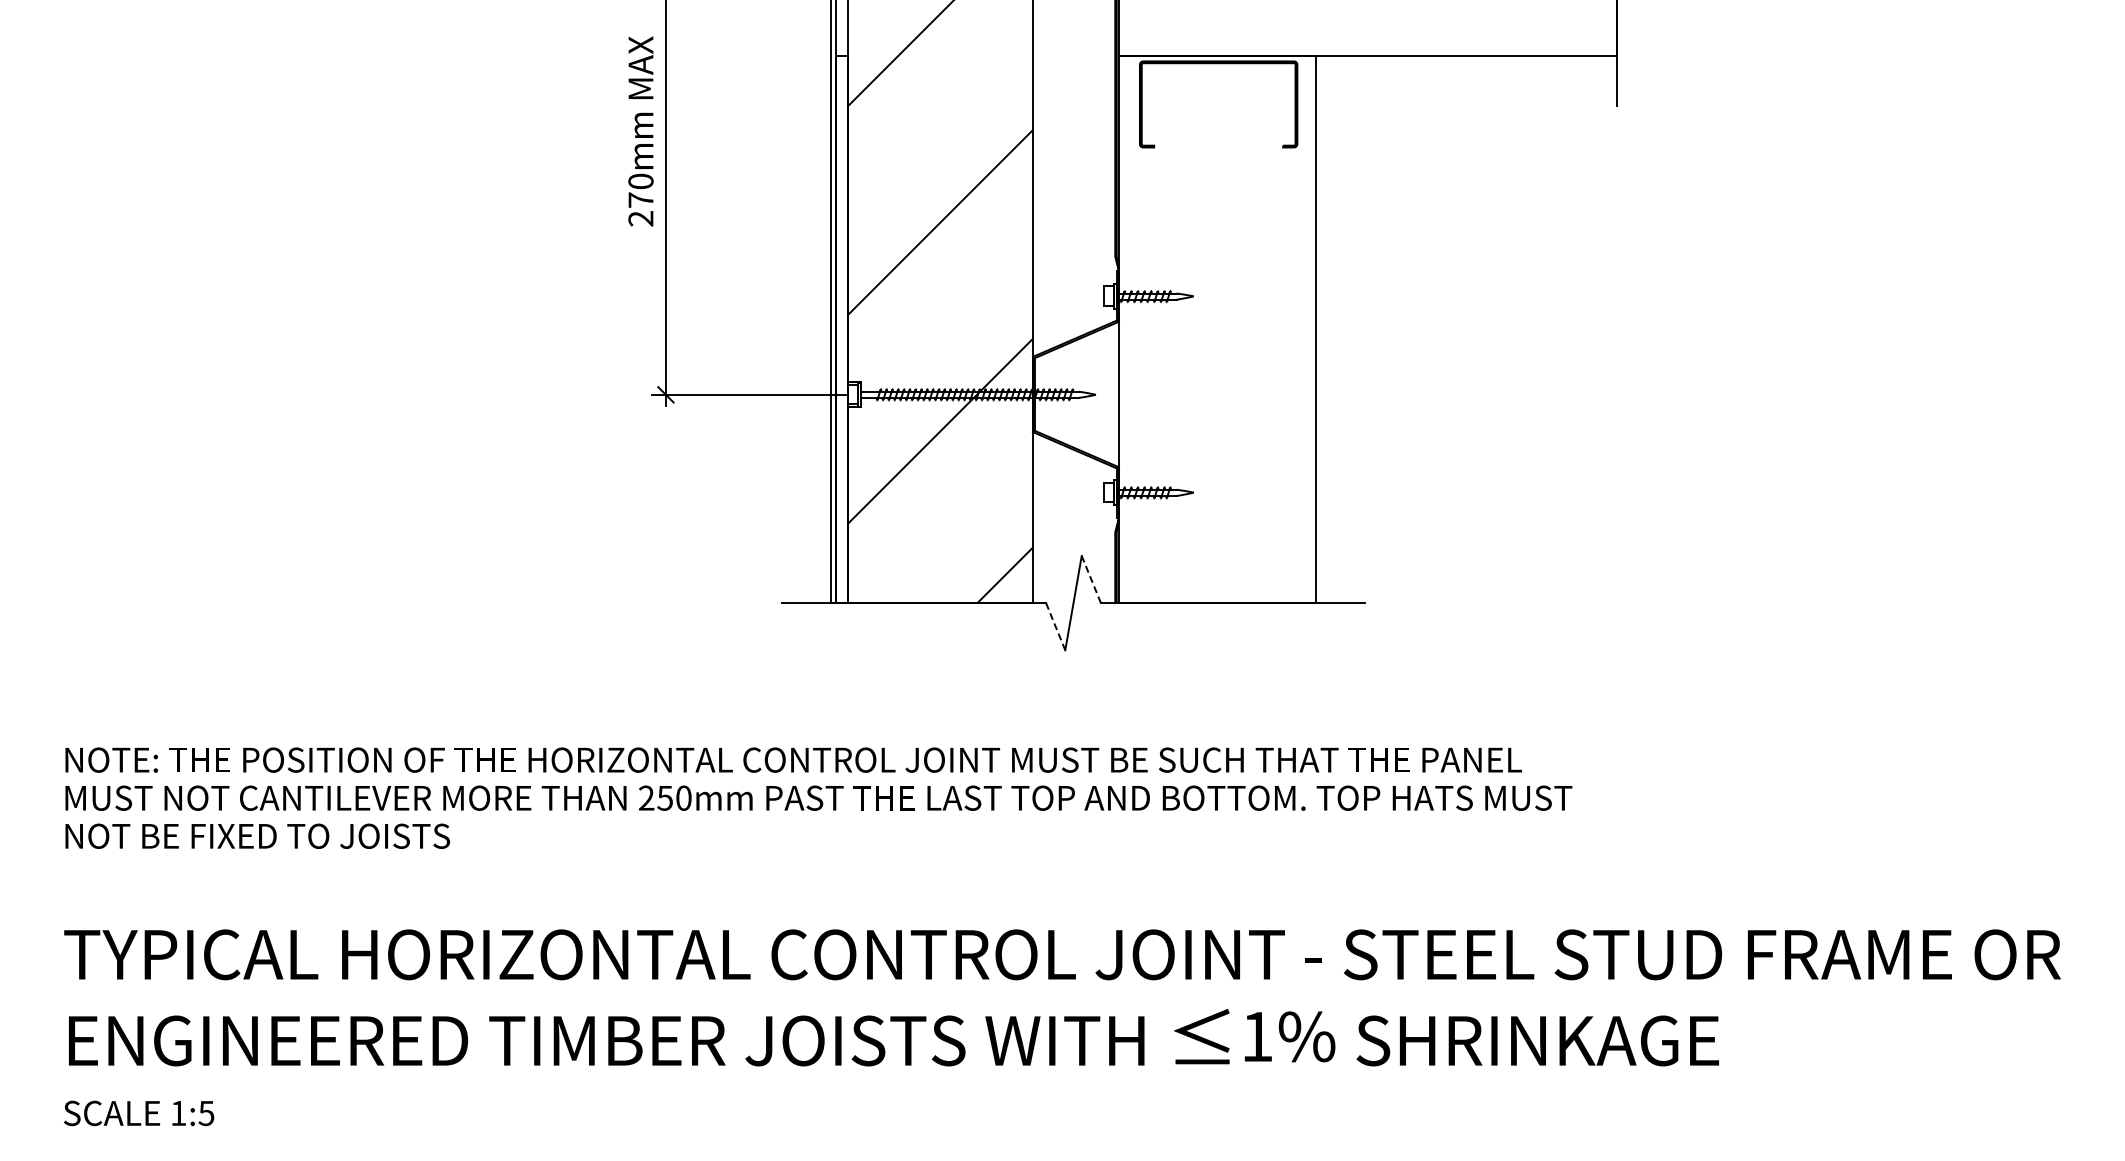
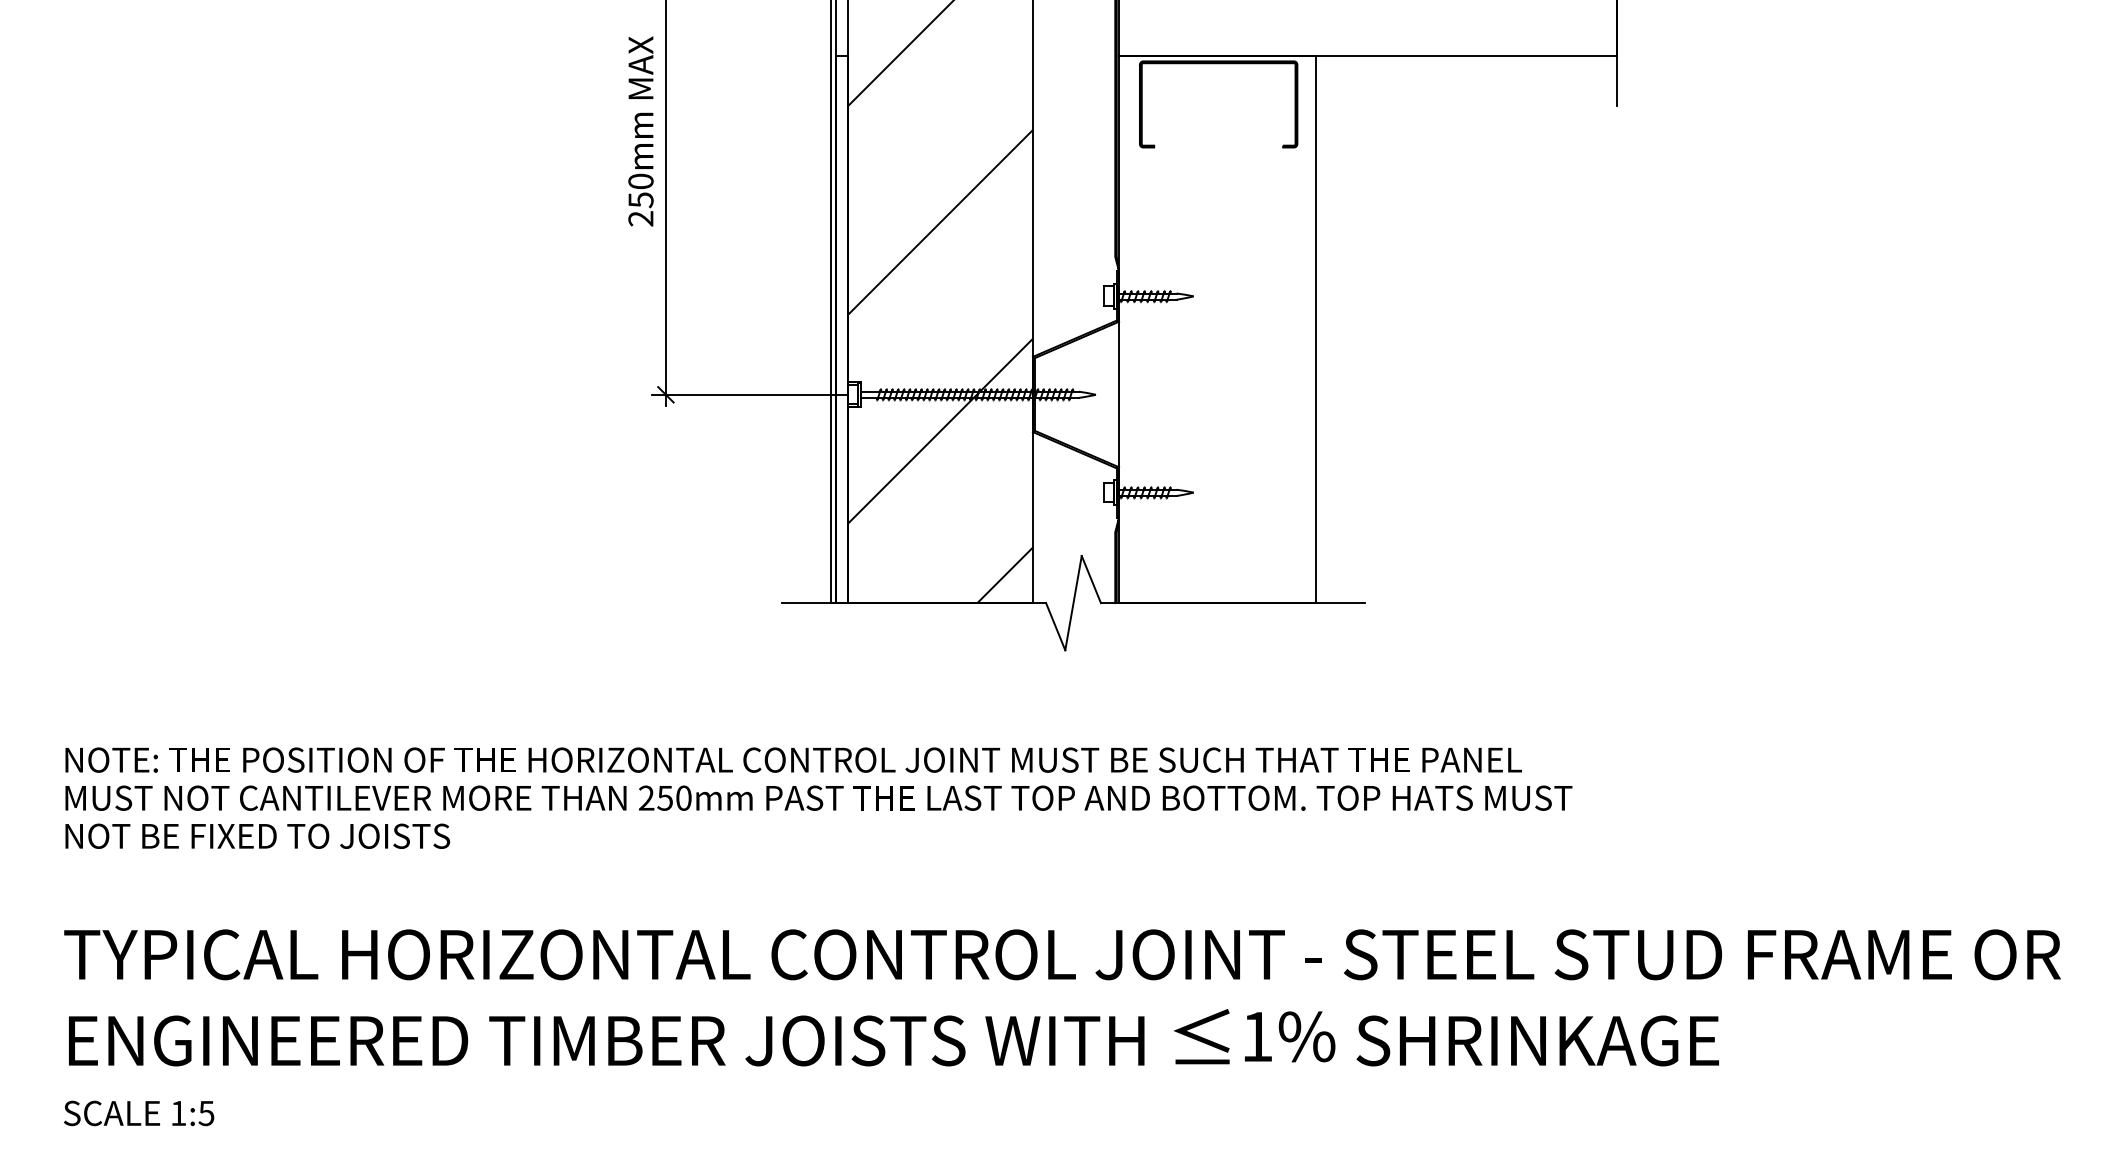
text at (640, 200): 270mm -> 250mm
line at (1091, 579): dashed -> solid
line at (1055, 627): dashed -> solid
